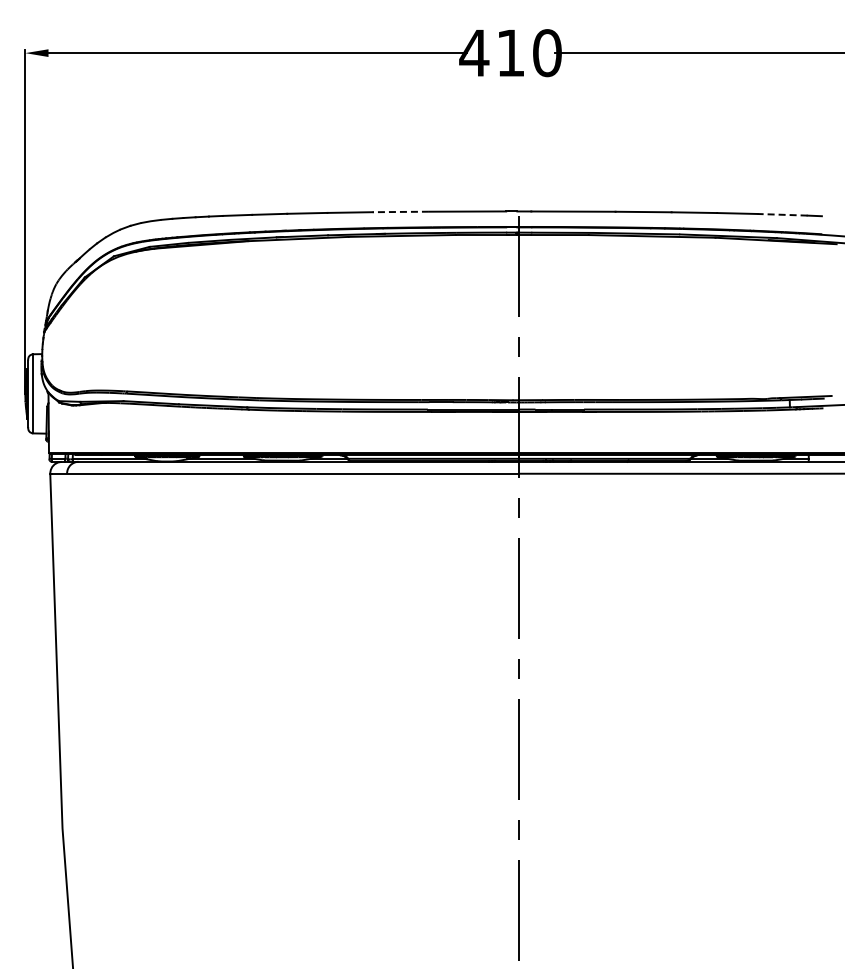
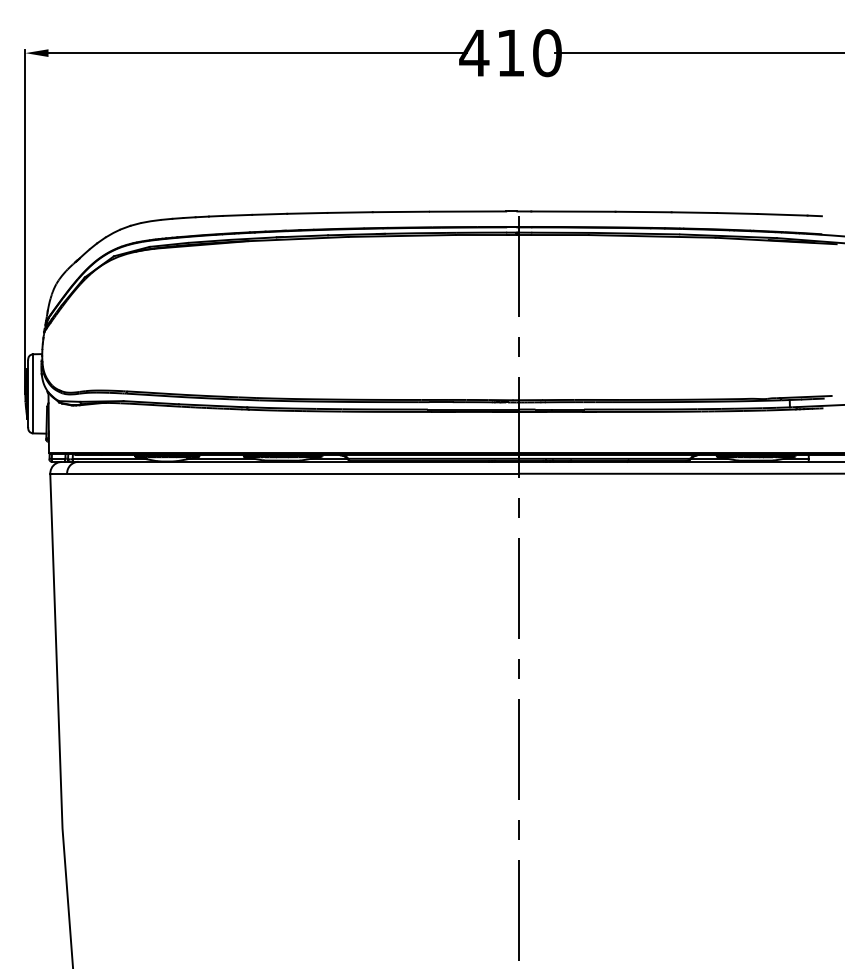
line at (400, 211): dashed -> solid
line at (782, 214): dashed -> solid
